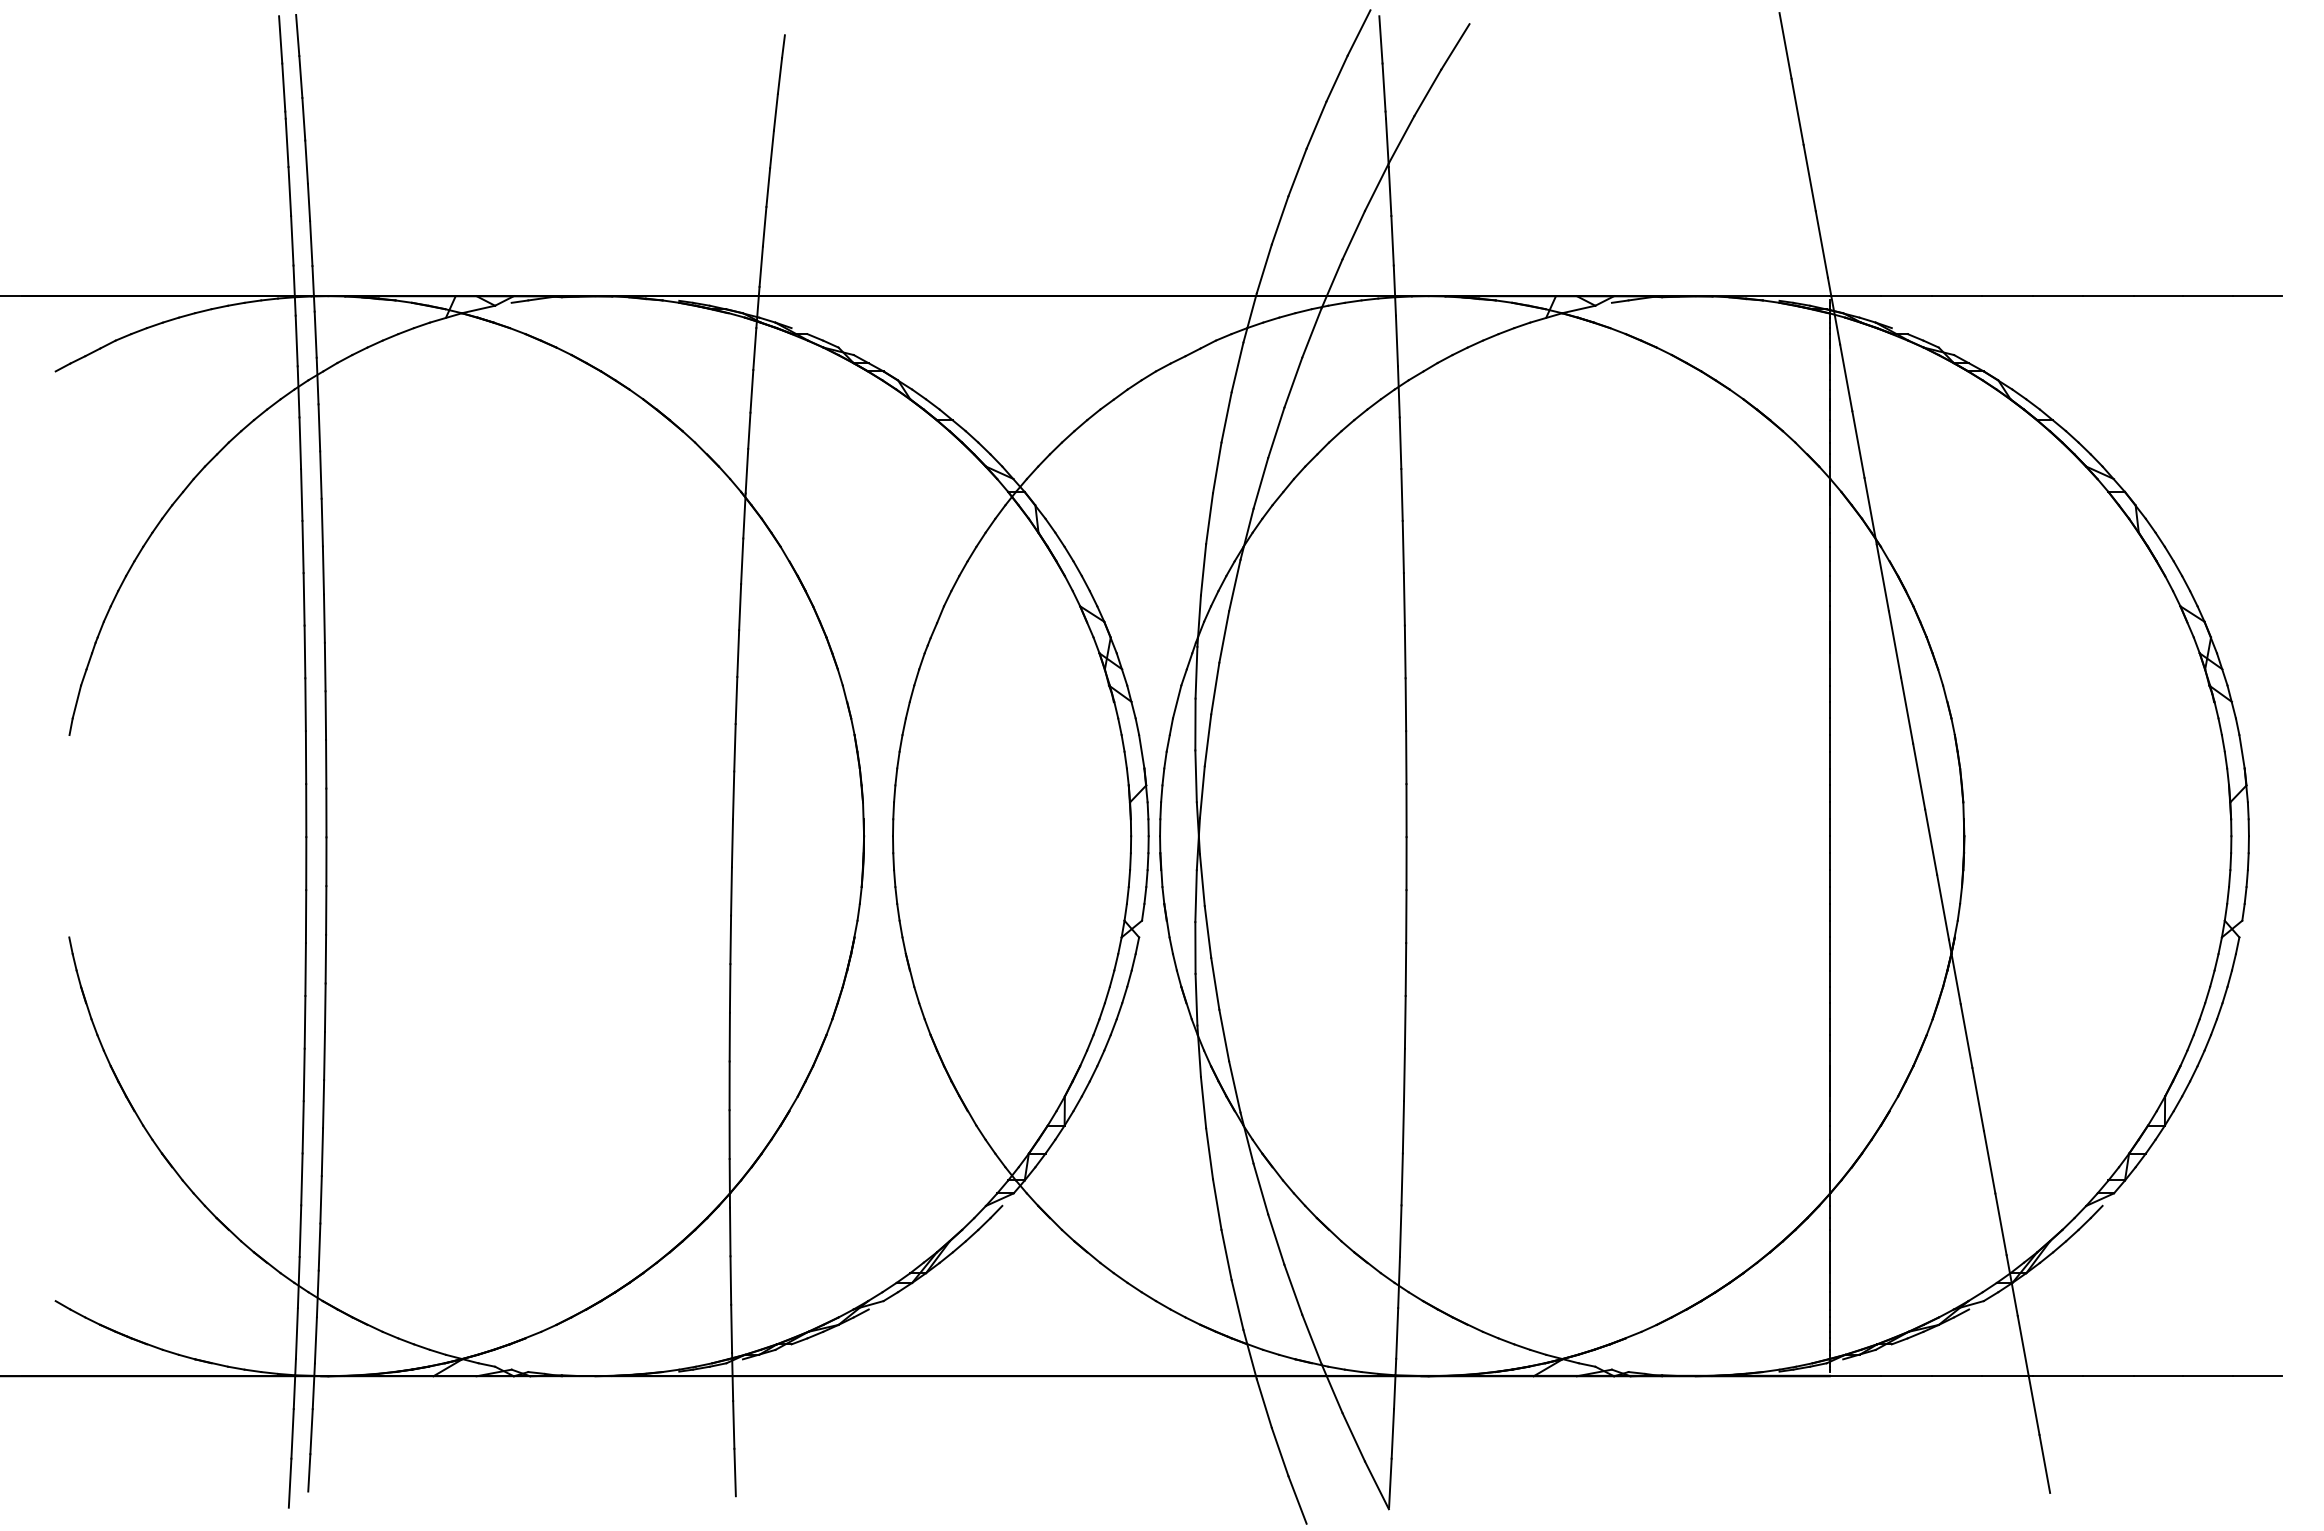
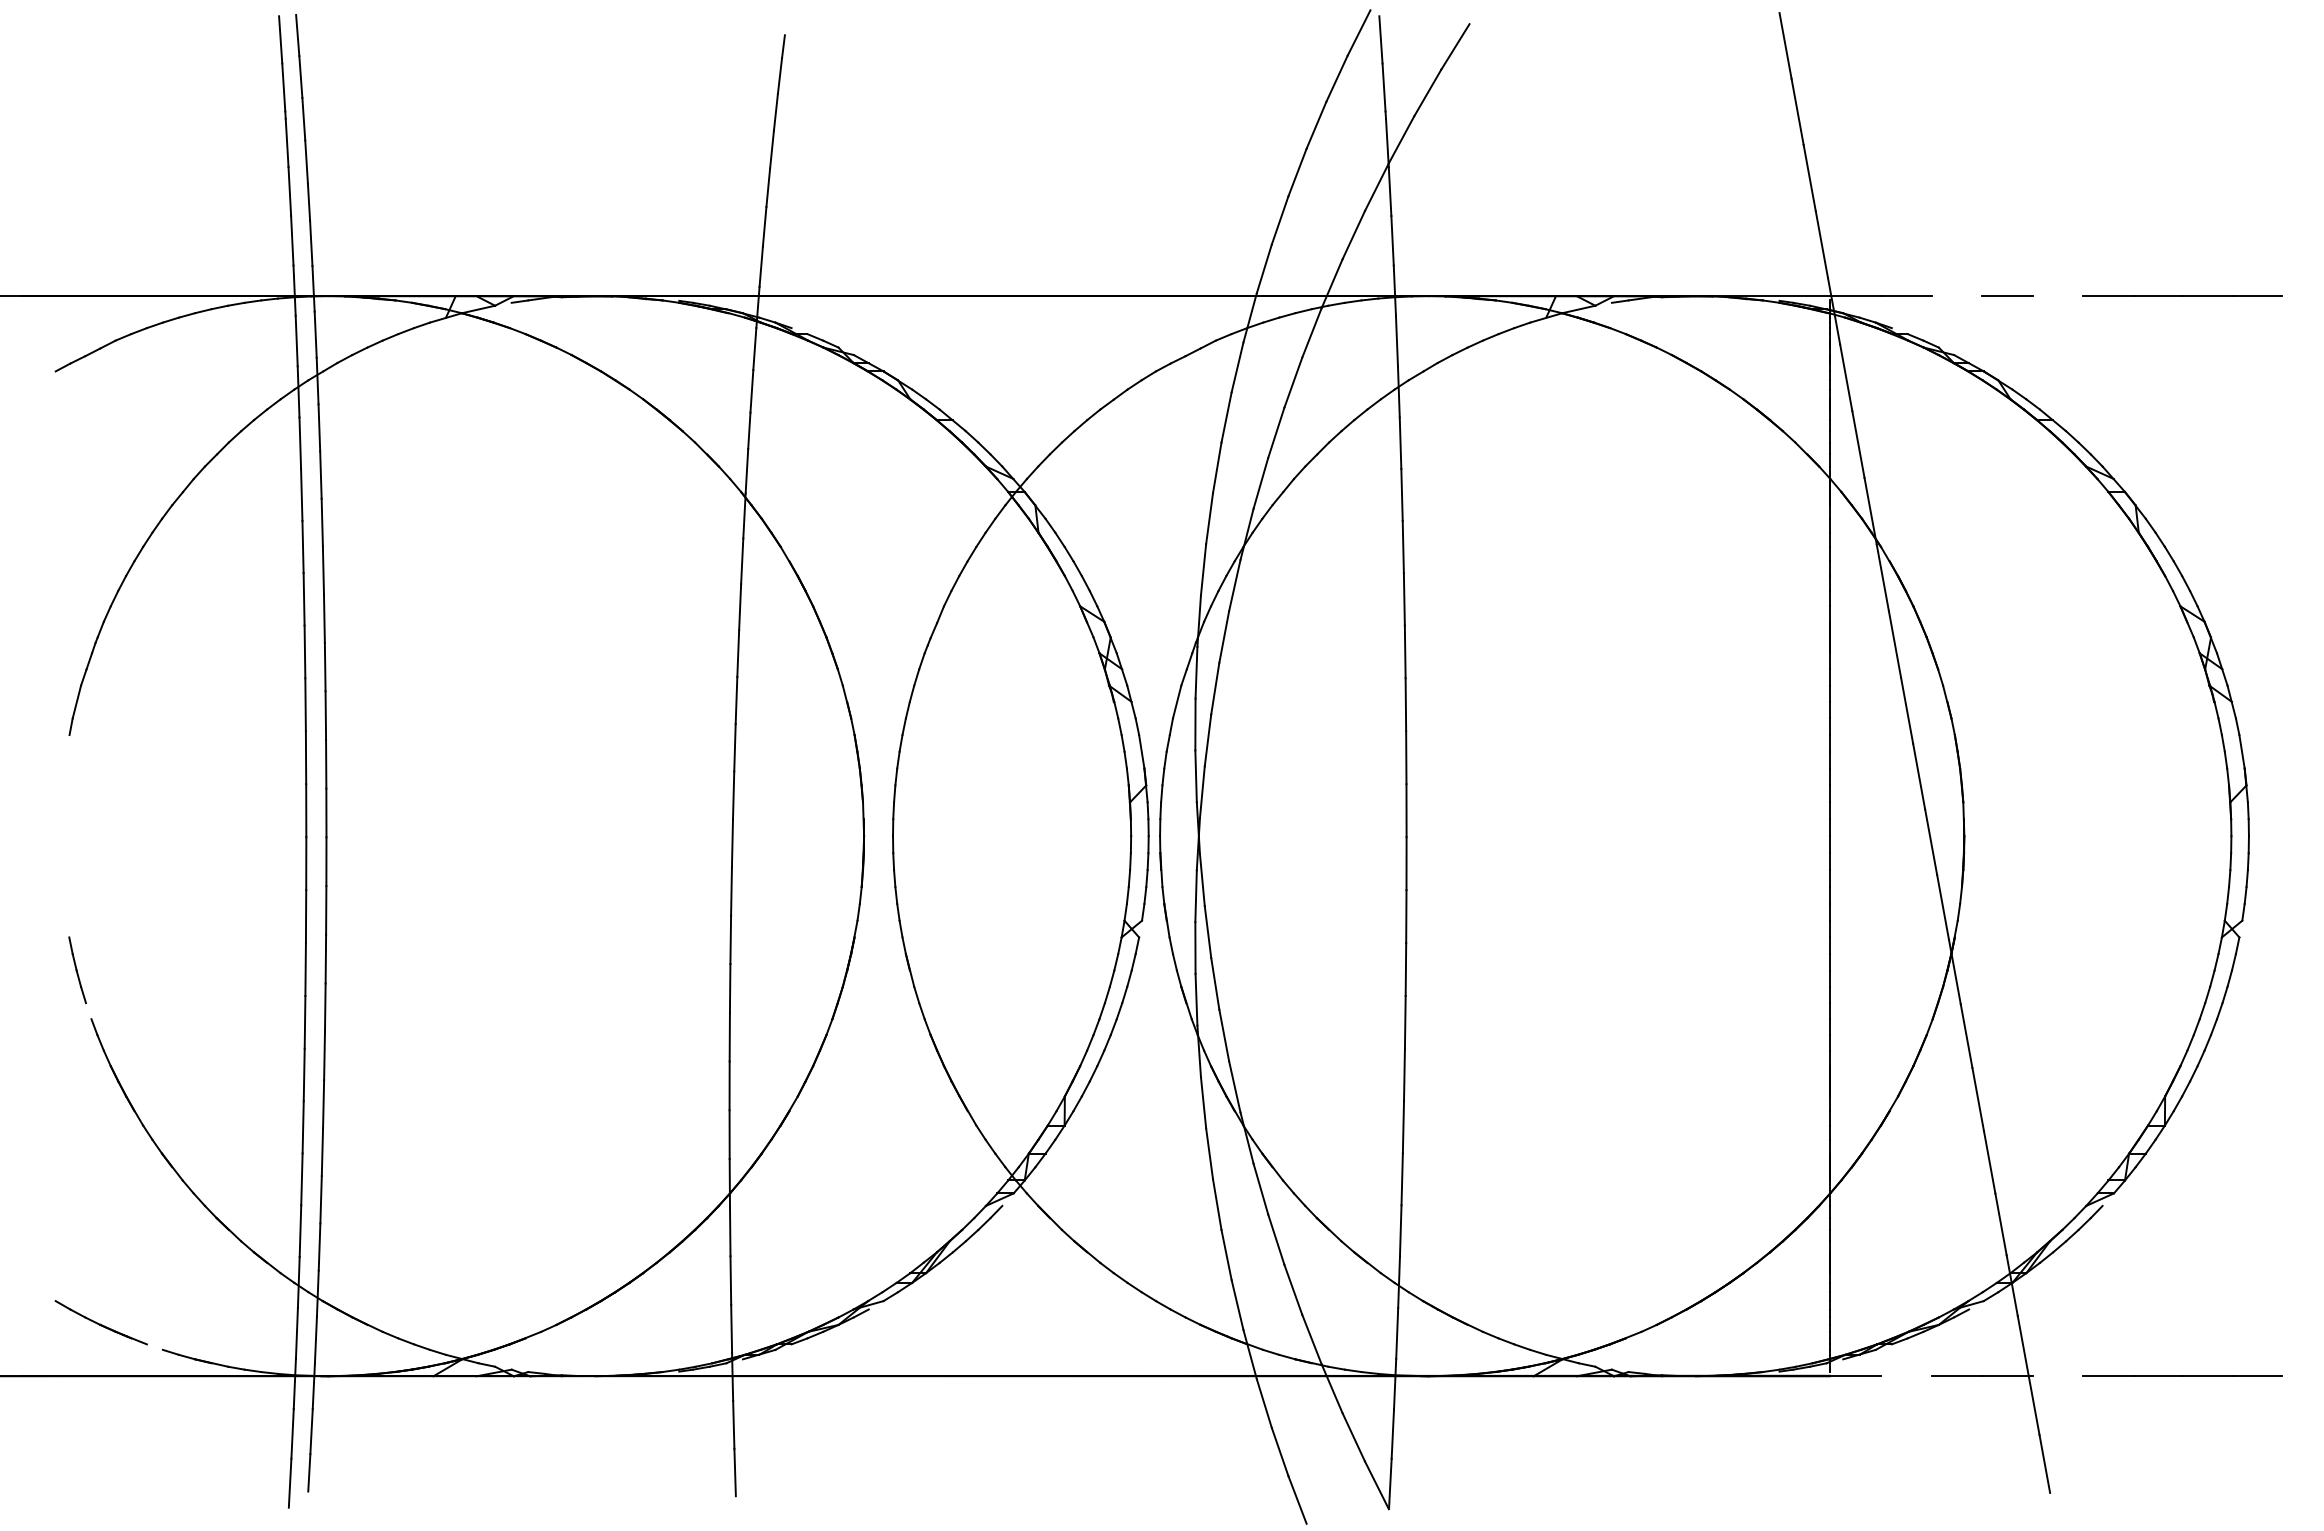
line at (1956, 296): present -> none
line at (2057, 296): present -> none
line at (86, 1002): present -> none
line at (146, 1343): present -> none
line at (1905, 1376): present -> none
line at (2057, 1376): present -> none
